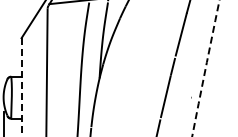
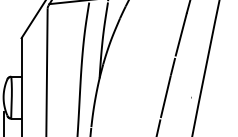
arc at (205, 68): dashed -> solid
line at (21, 87): dashed -> solid
